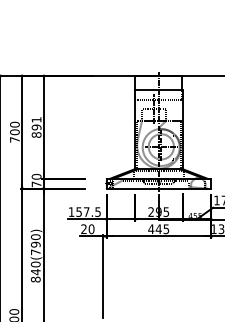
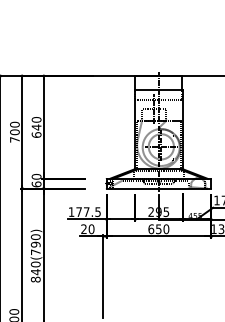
text at (36, 127): 891 -> 640
text at (36, 184): 70 -> 60
text at (78, 212): 157.5 -> 177.5
text at (158, 229): 445 -> 650
